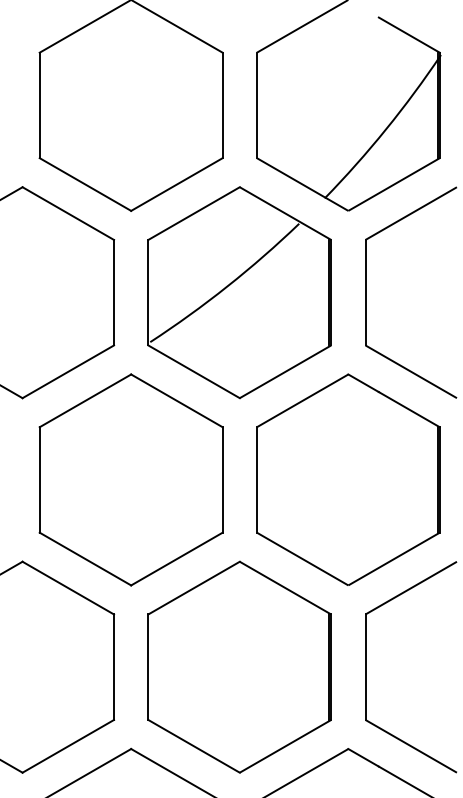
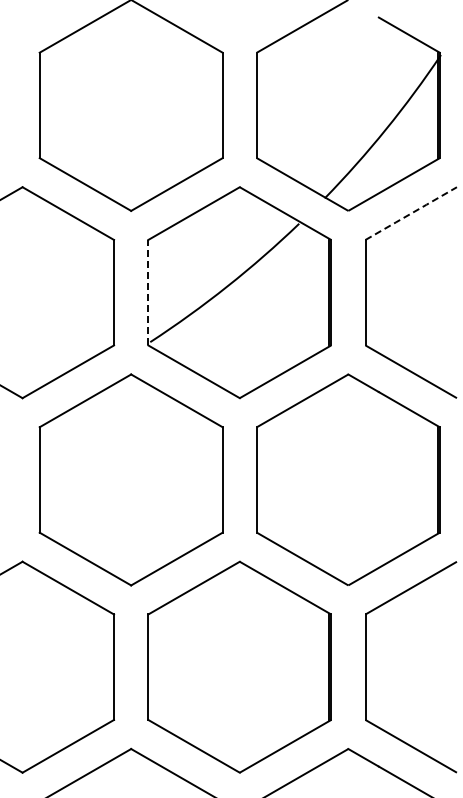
line at (411, 213): solid -> dashed
line at (148, 292): solid -> dashed
